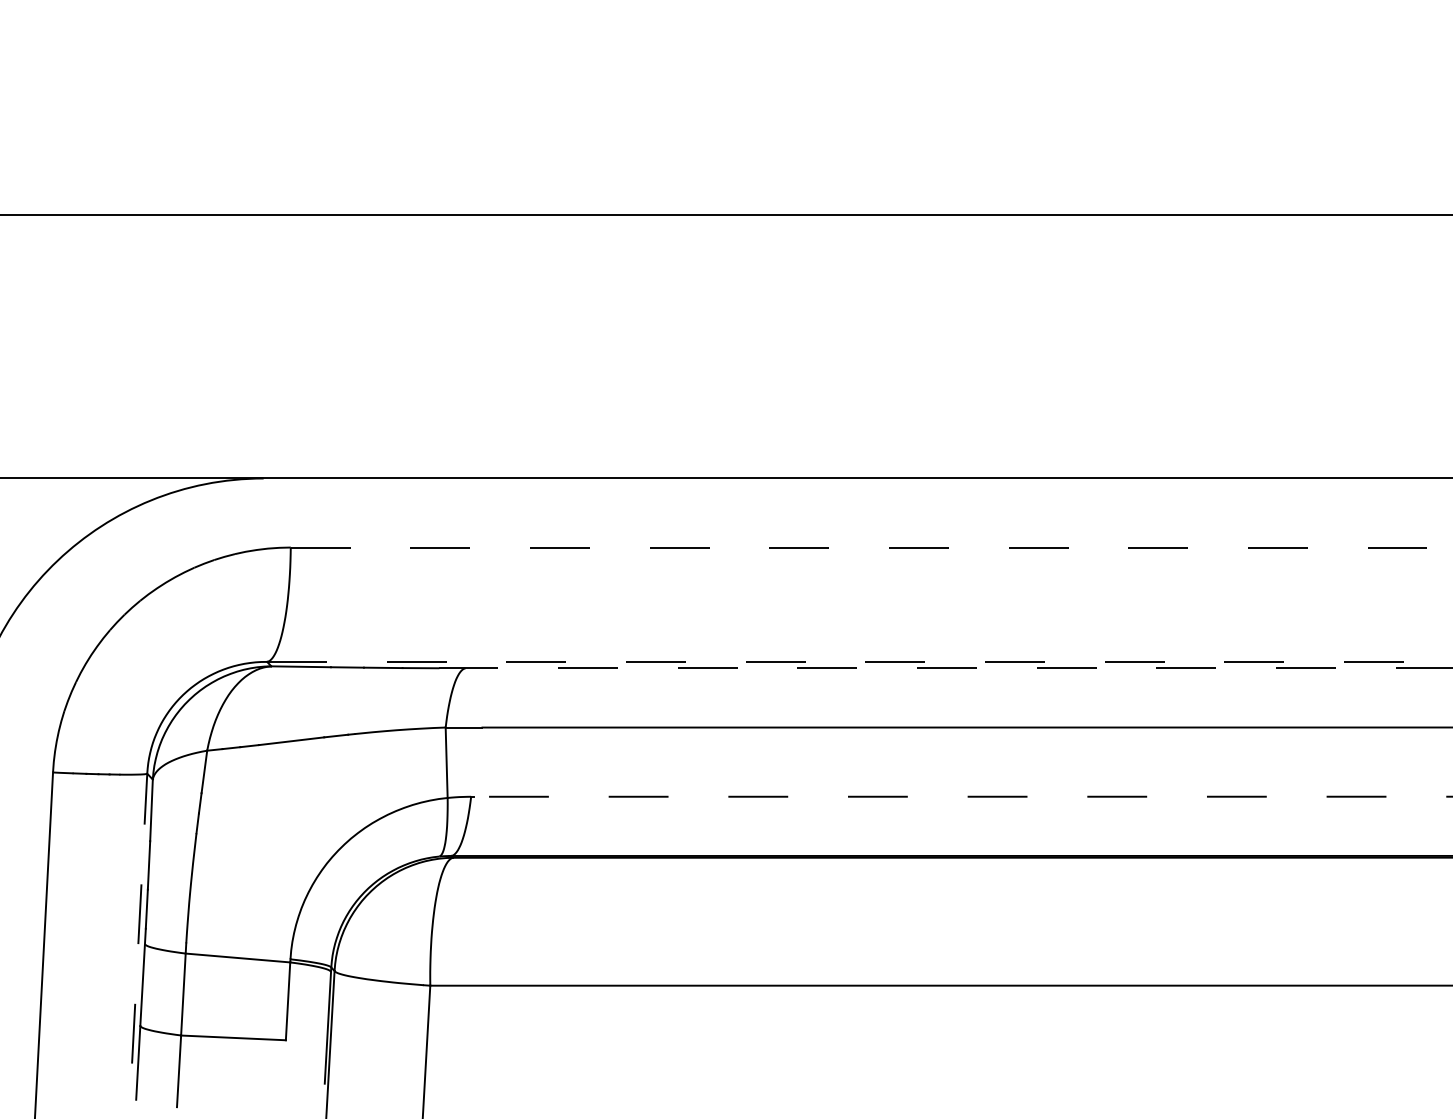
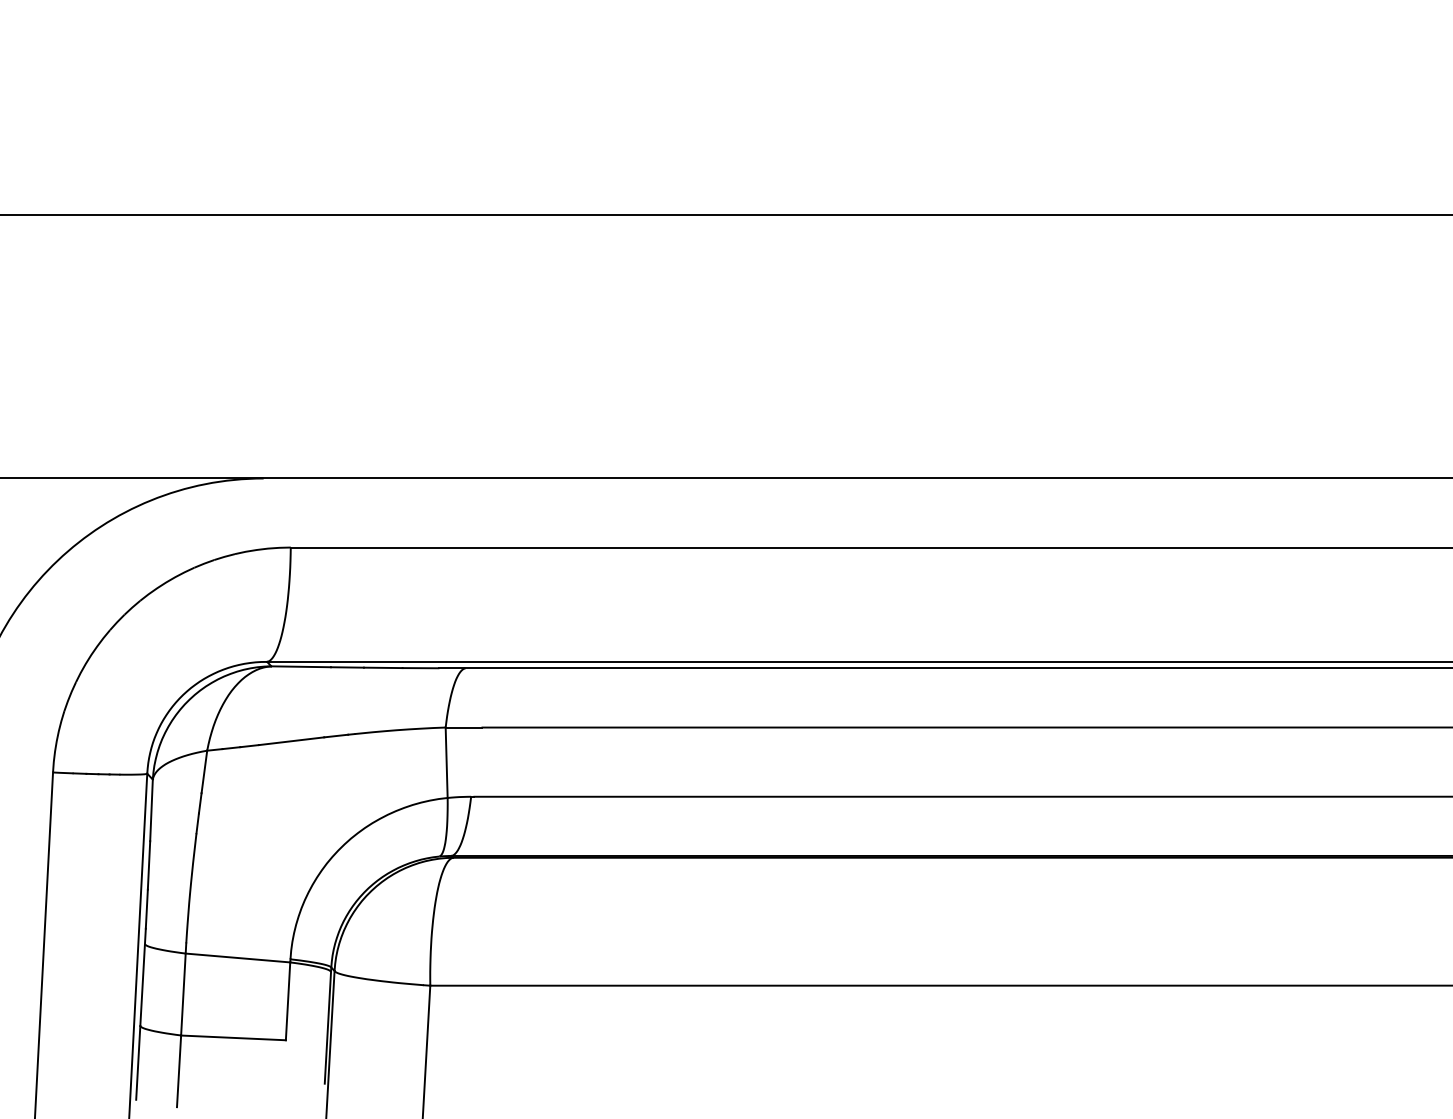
line at (872, 547): dashed -> solid
line at (859, 661): dashed -> solid
line at (945, 668): dashed -> solid
line at (963, 796): dashed -> solid
line at (138, 945): dashed -> solid
